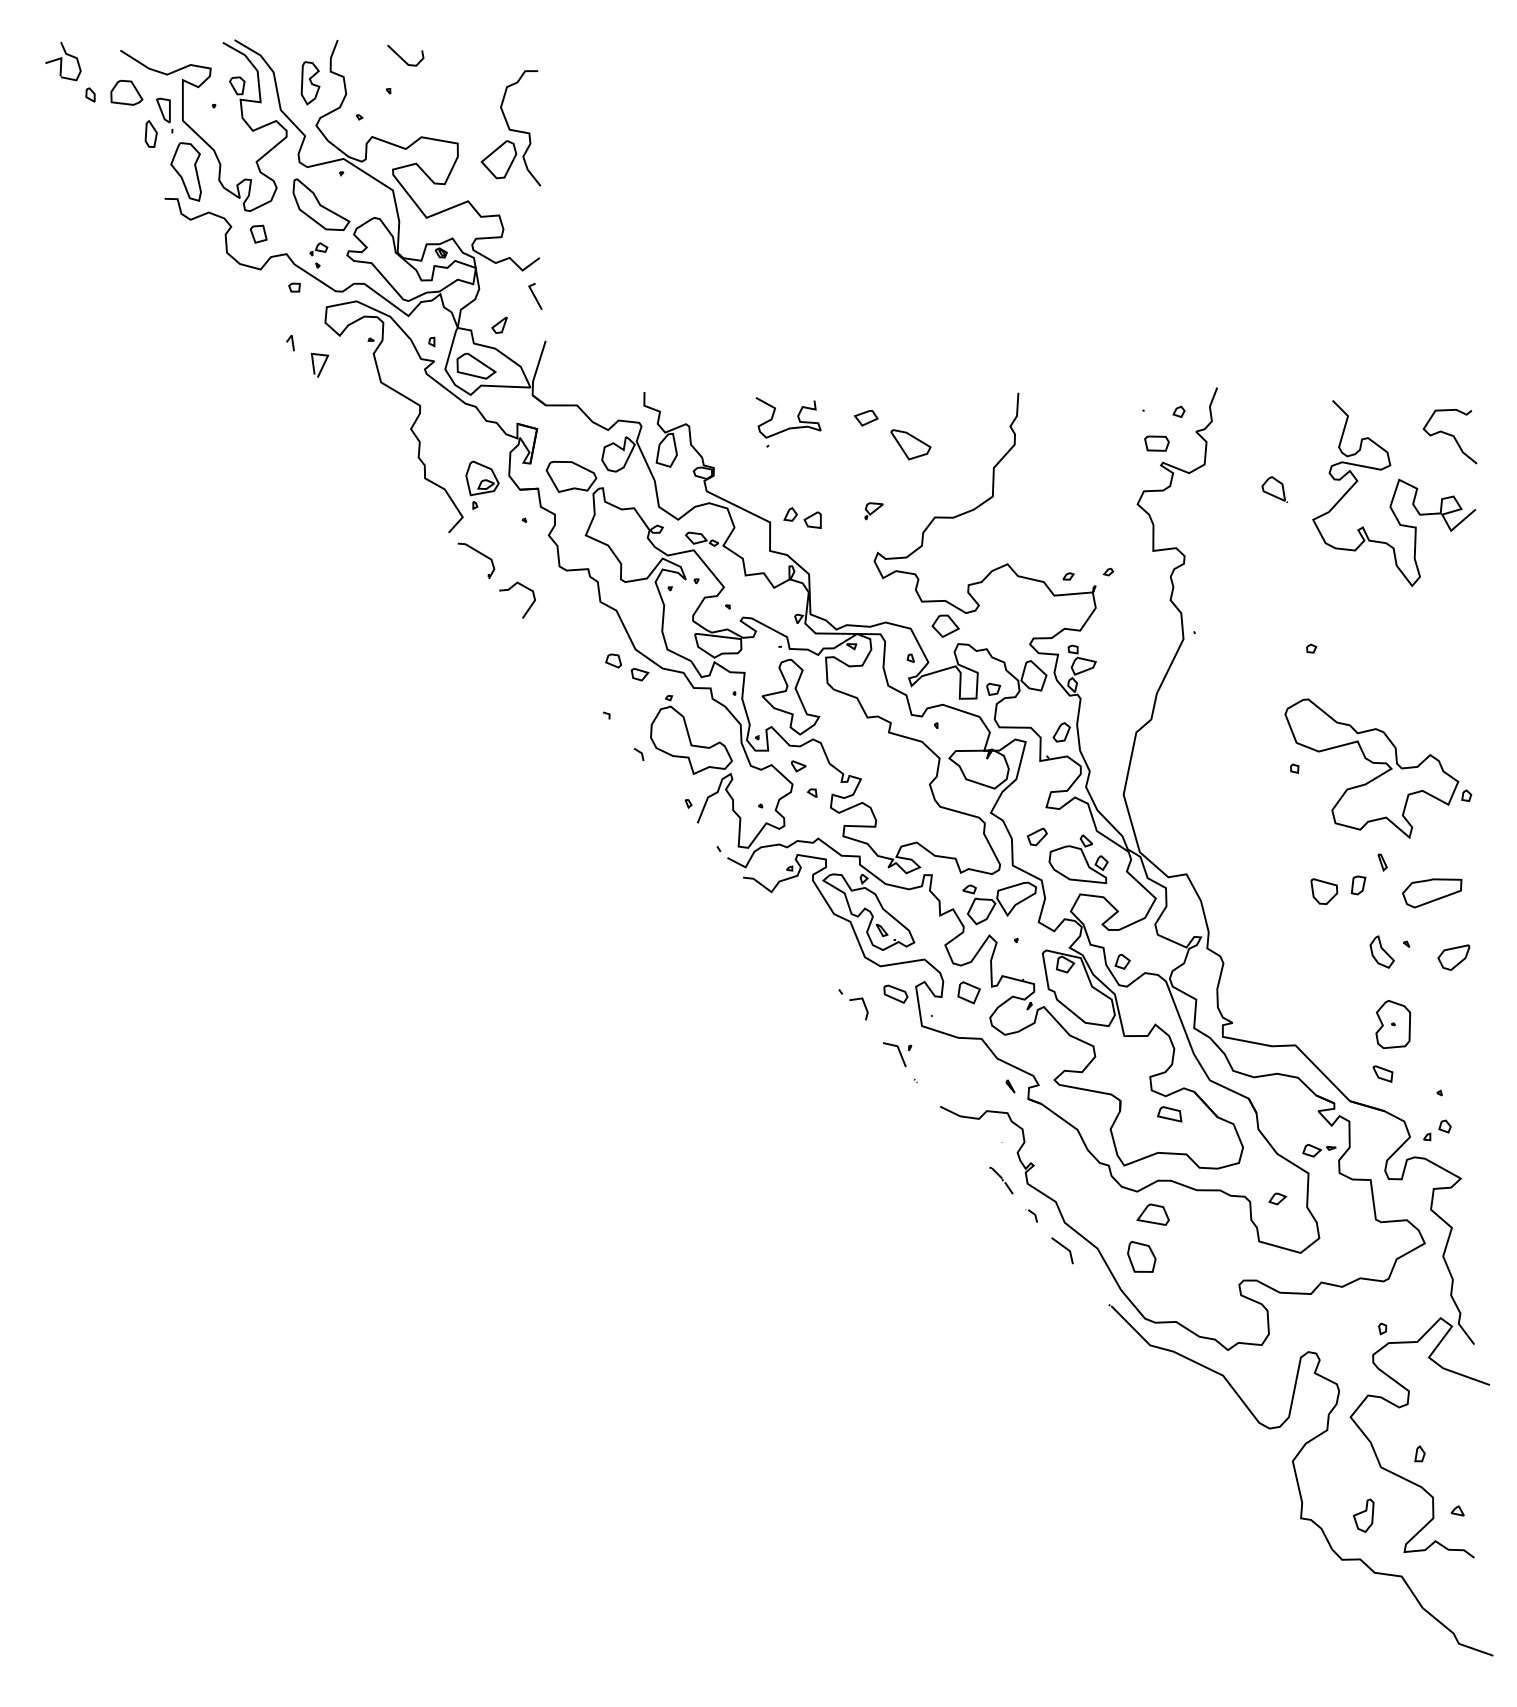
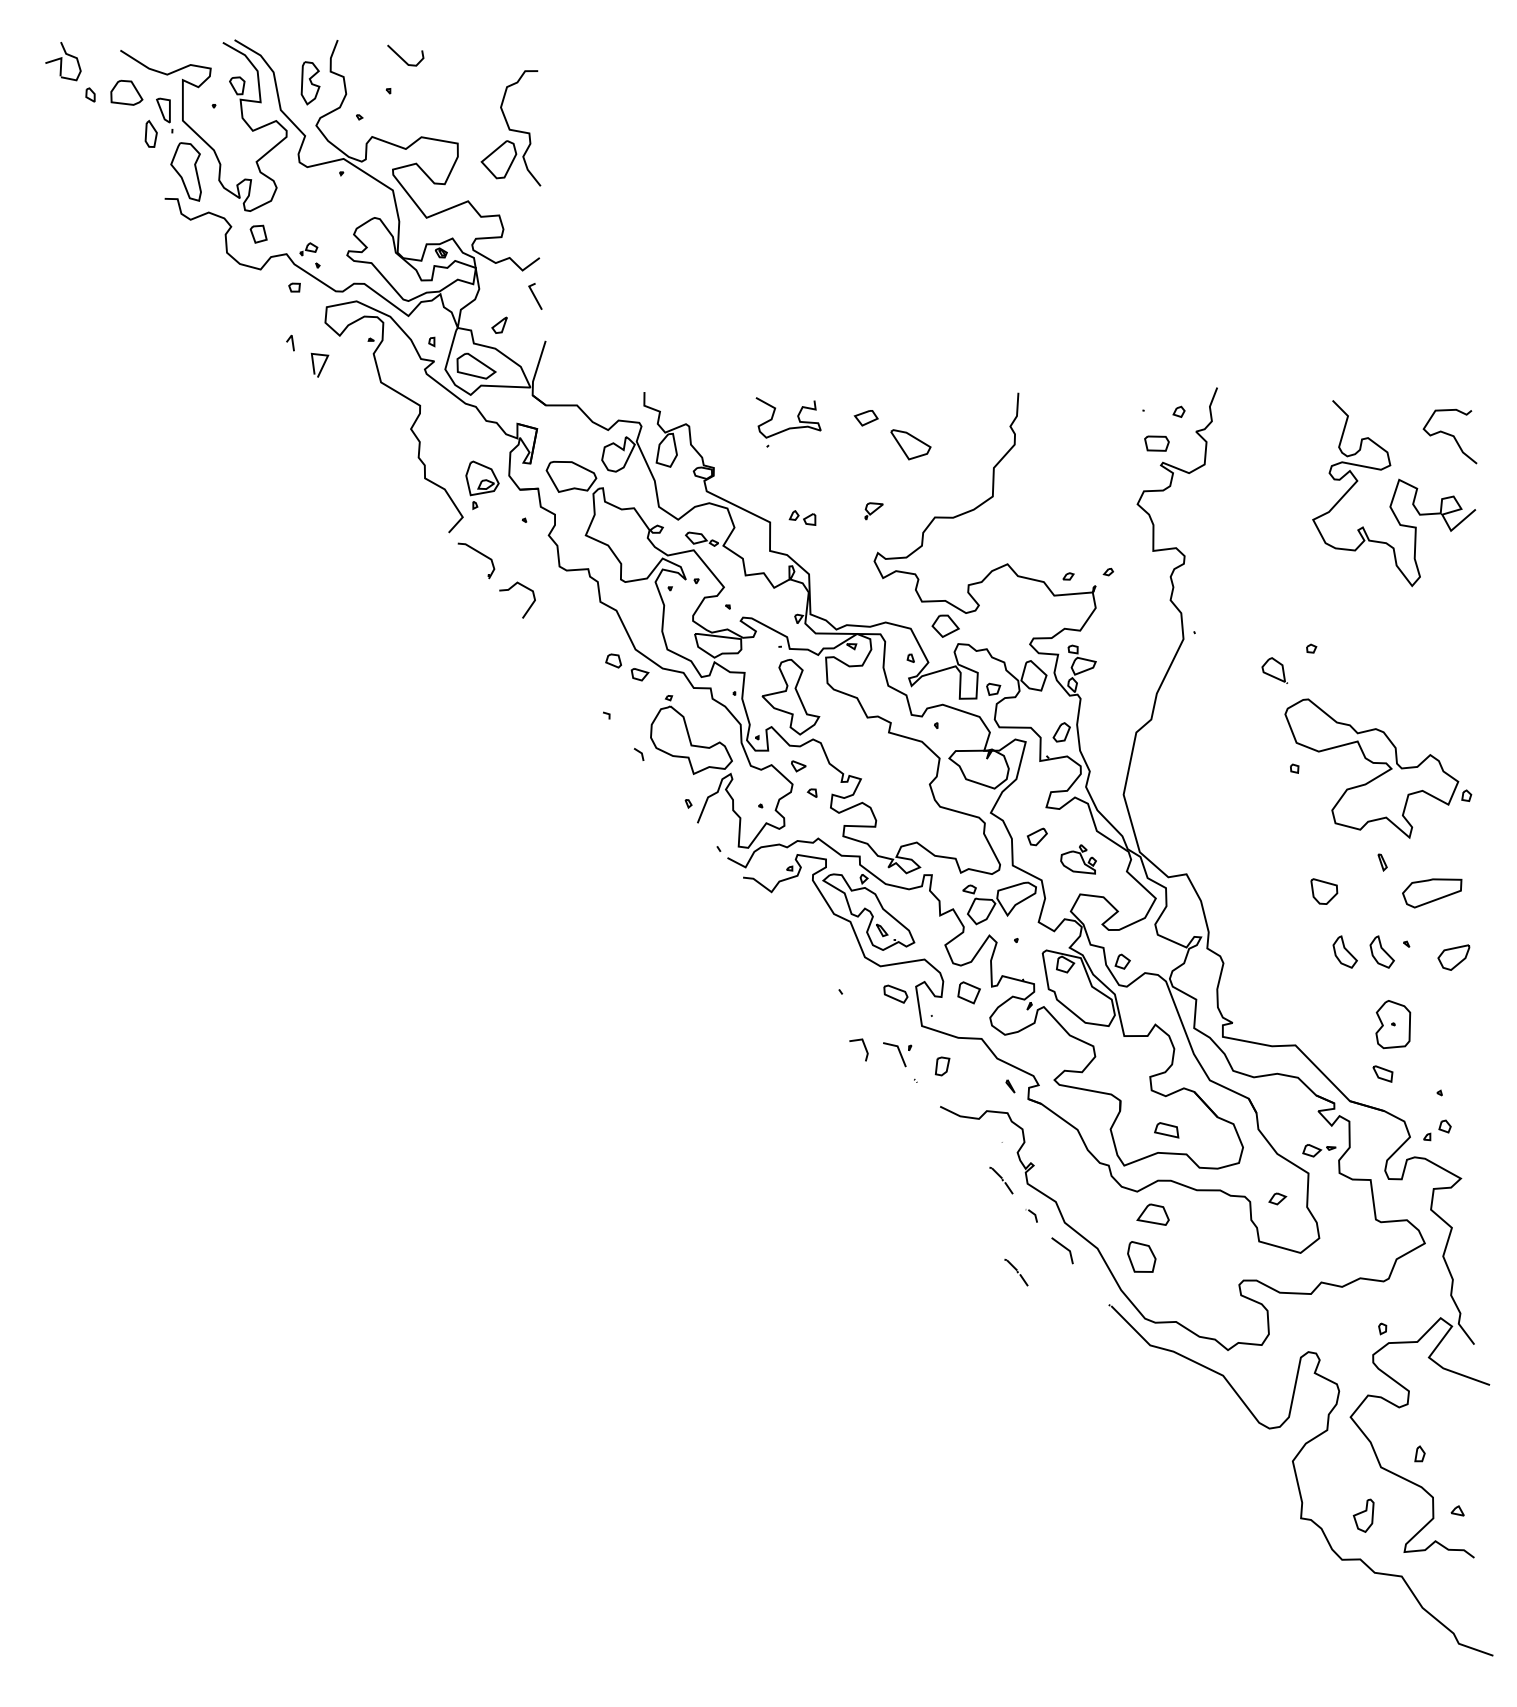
part at (321, 204): present -> none
part at (318, 249) position: (318, 249) -> (308, 249)
part at (1274, 489) position: (1274, 489) -> (1274, 670)
part at (802, 517) size: 39x22 px -> 29x16 px
part at (1078, 859) size: 61x51 px -> 37x31 px
part at (1358, 885) position: (1358, 885) -> (942, 1066)
part at (1344, 951): none -> present
line at (864, 1007) position: (864, 1007) -> (864, 1048)
part at (1169, 1114) position: (1169, 1114) -> (1166, 1130)
part at (1016, 1272): none -> present
